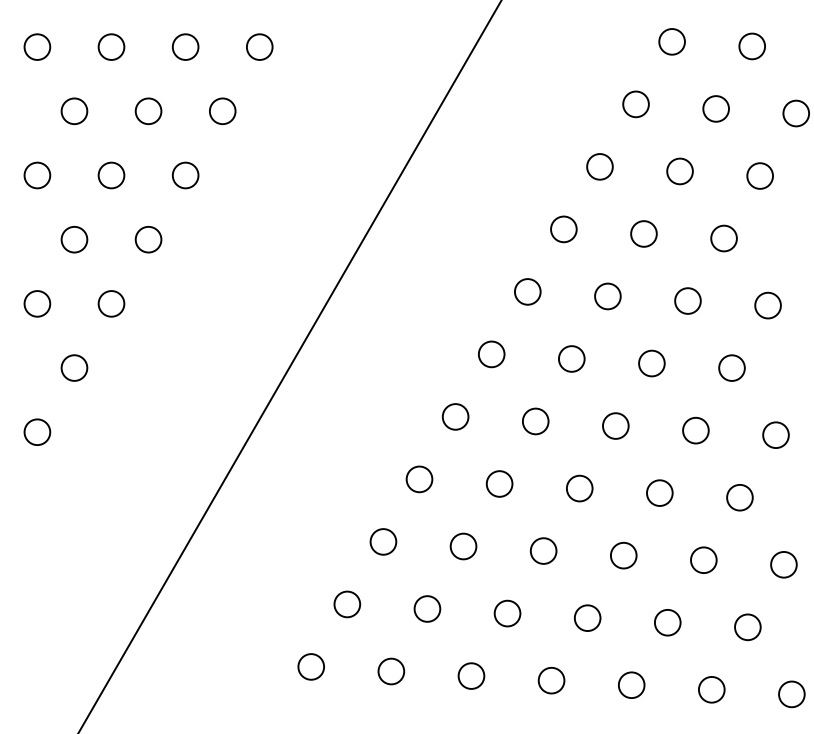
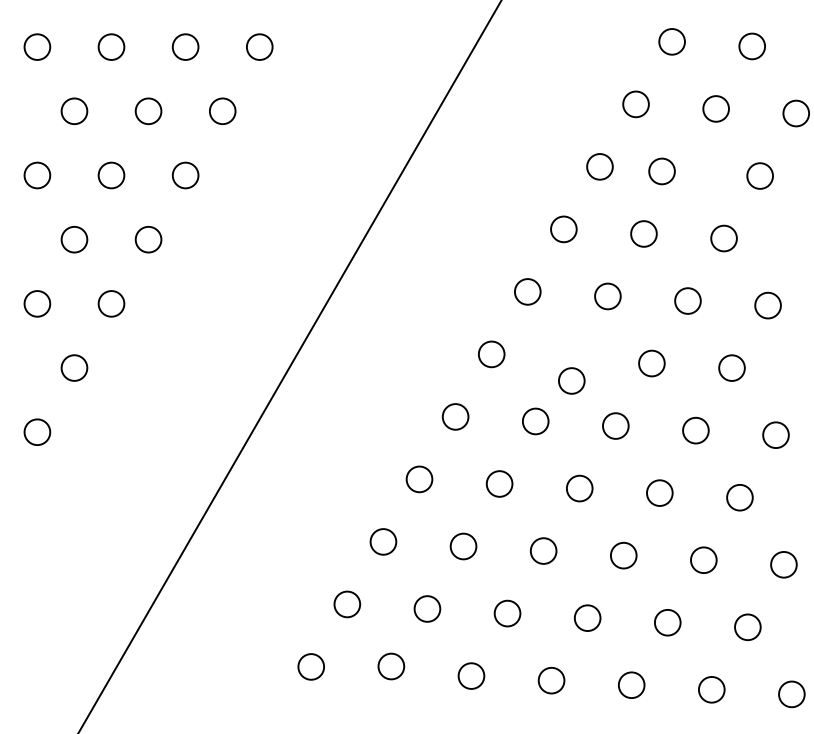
circle at (679, 171) position: (679, 171) -> (661, 171)
circle at (571, 358) position: (571, 358) -> (571, 380)
circle at (391, 671) position: (391, 671) -> (391, 666)
